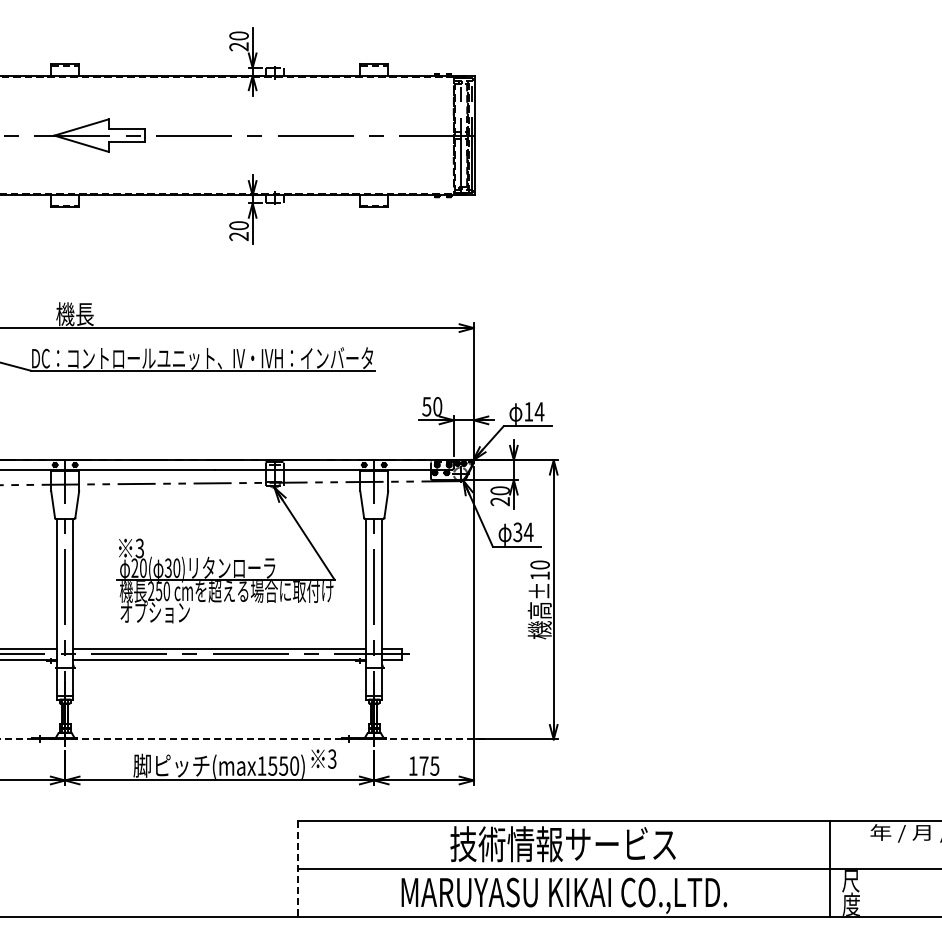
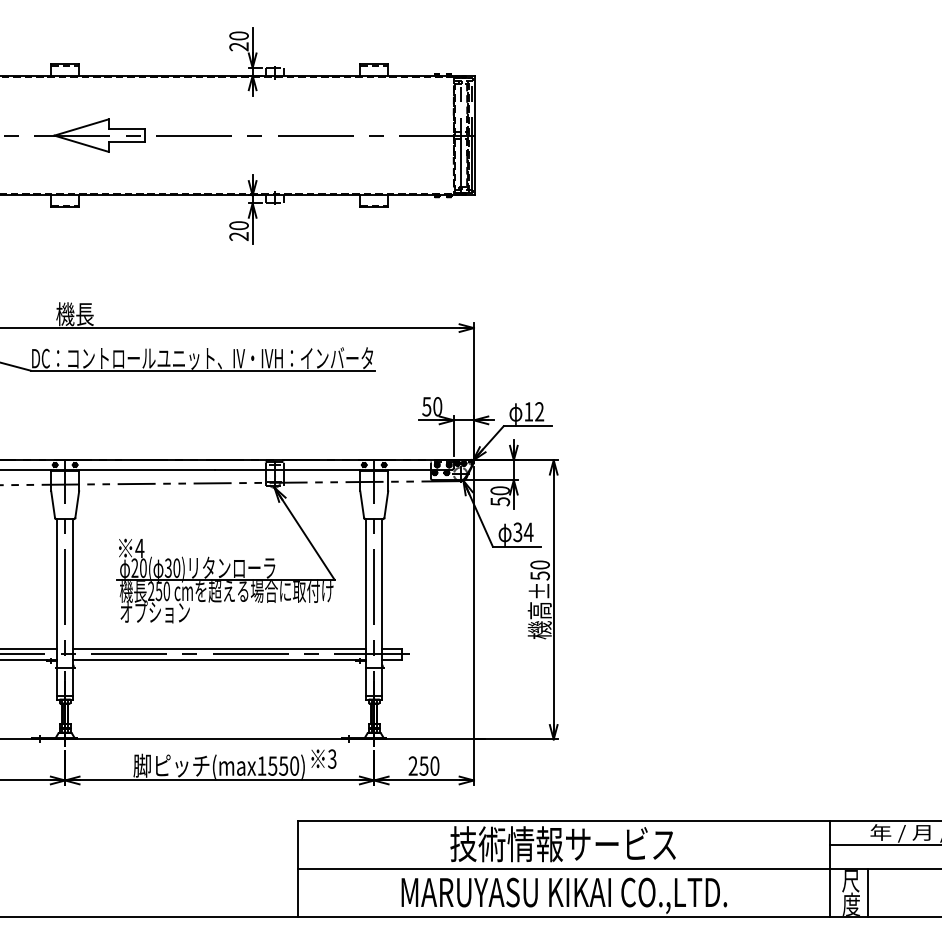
text at (539, 411): 14 -> 12
text at (500, 501): 20 -> 50
text at (139, 548): 3 -> 4
text at (539, 575): ±10 -> ±50
line at (242, 739): dashed -> solid
text at (423, 765): 175 -> 250
line at (883, 844): none -> present
line at (298, 868): dashed -> solid
line at (867, 892): none -> present
